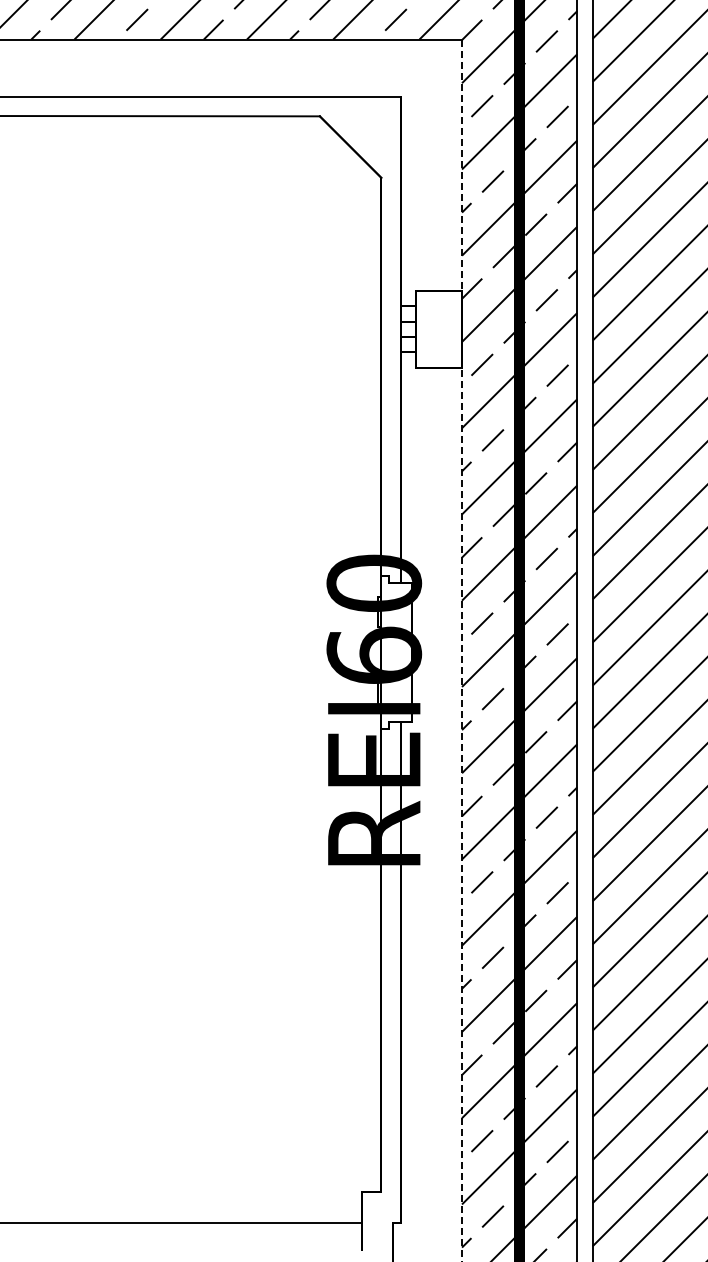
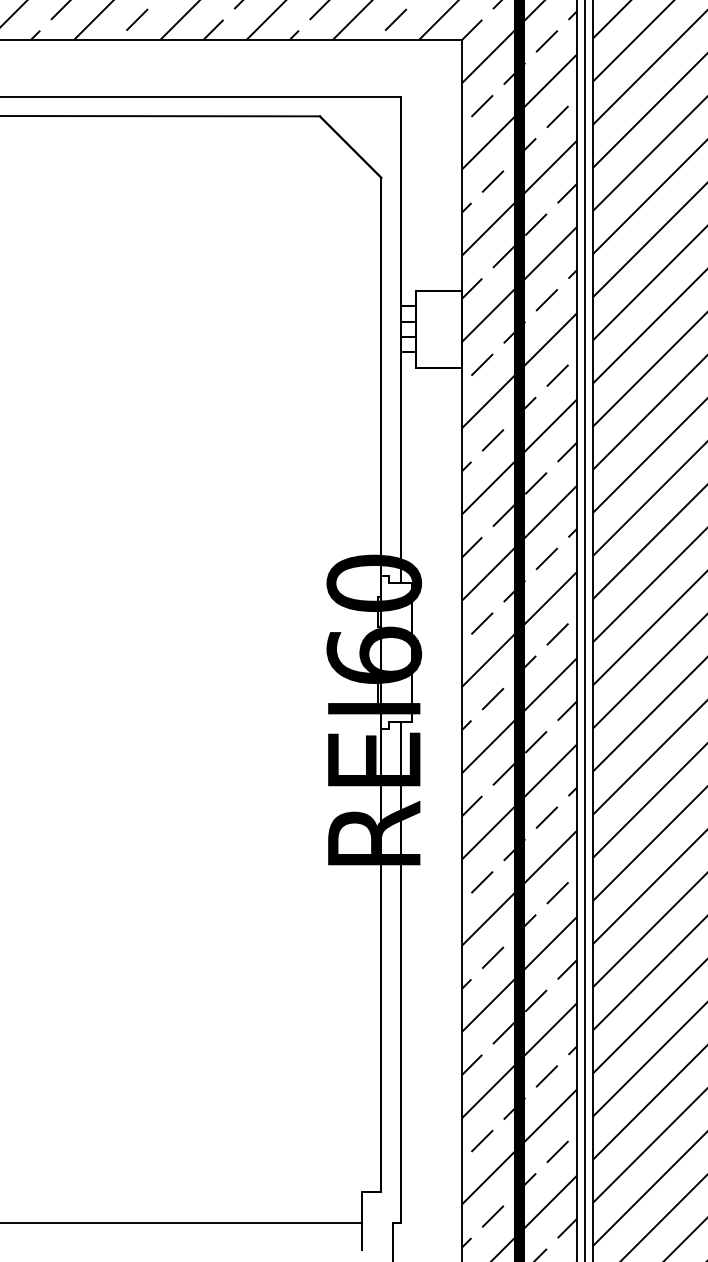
line at (584, 630): none -> present
line at (462, 650): dashed -> solid
